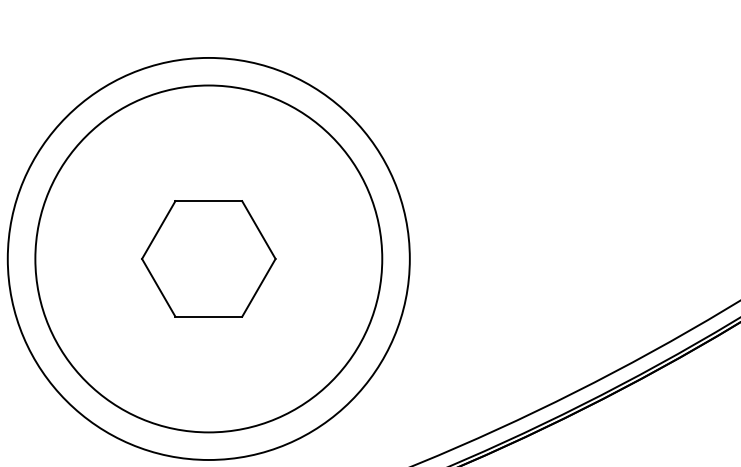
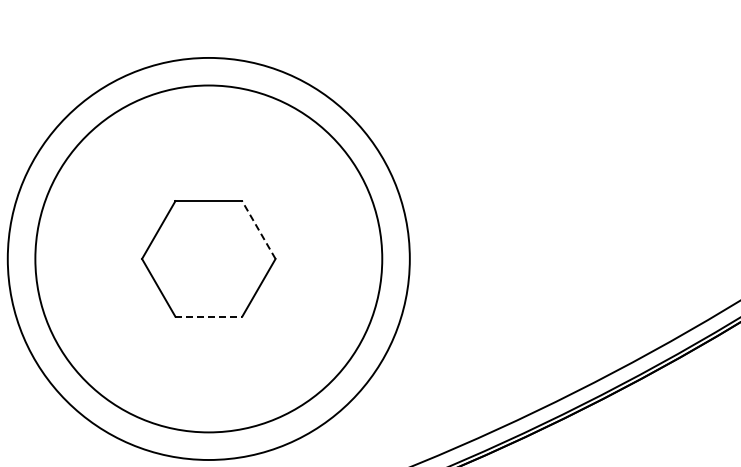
line at (258, 229): solid -> dashed
line at (209, 316): solid -> dashed
